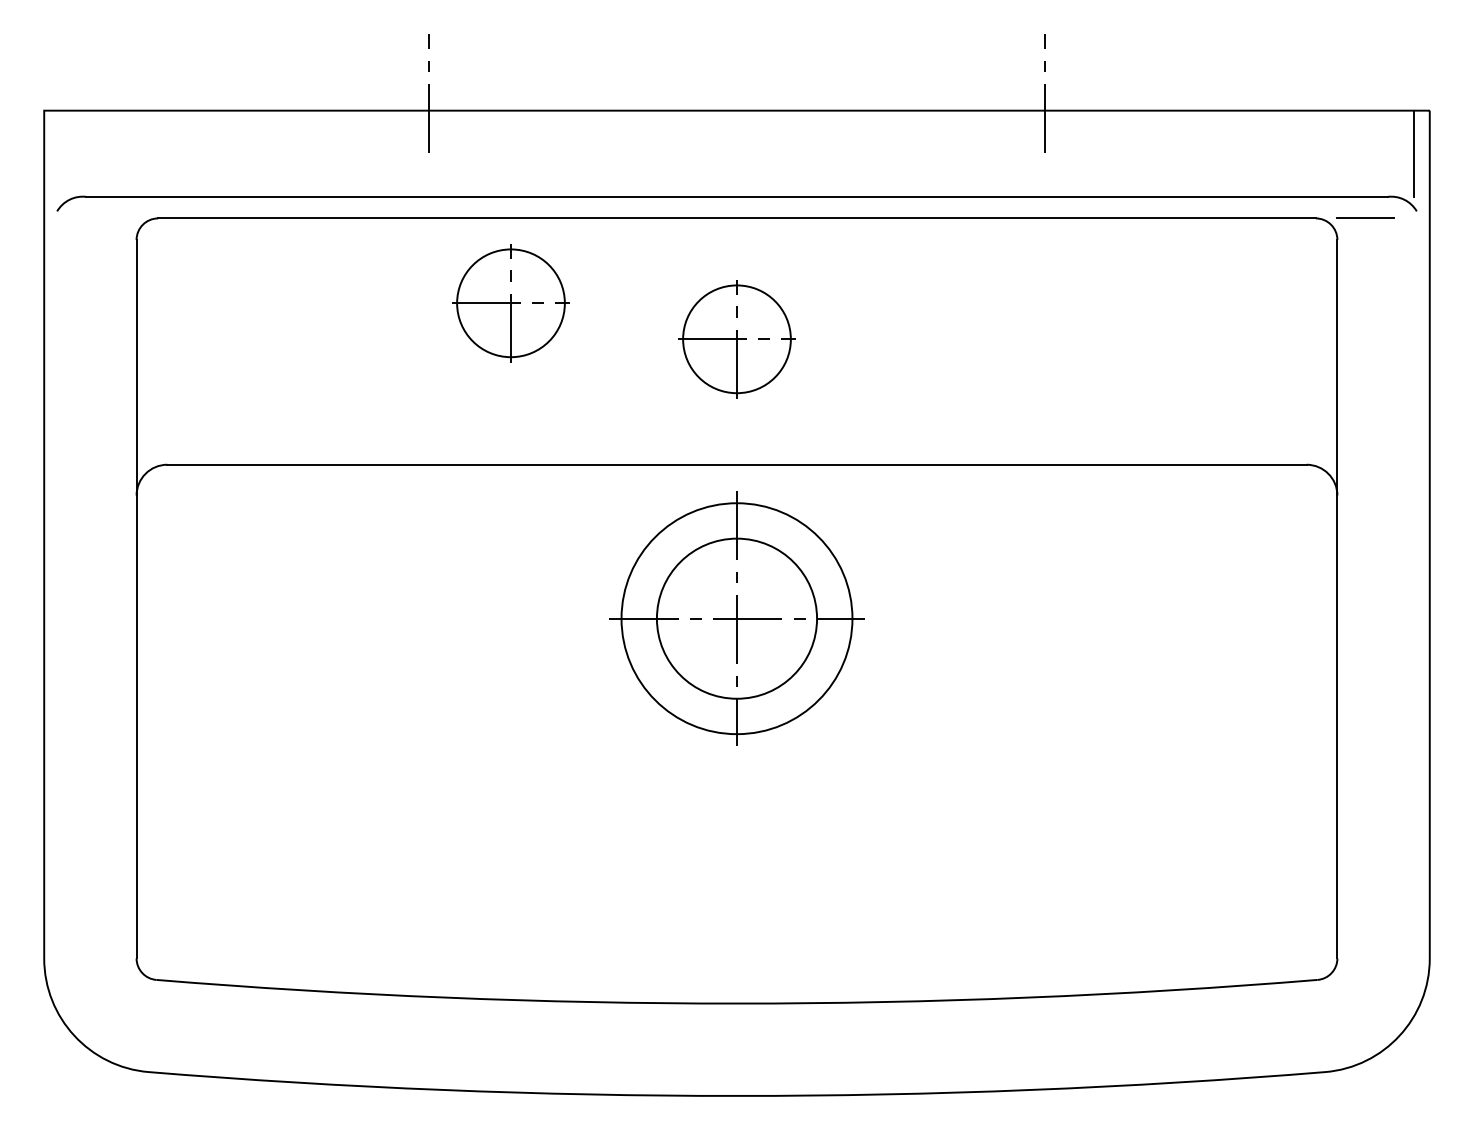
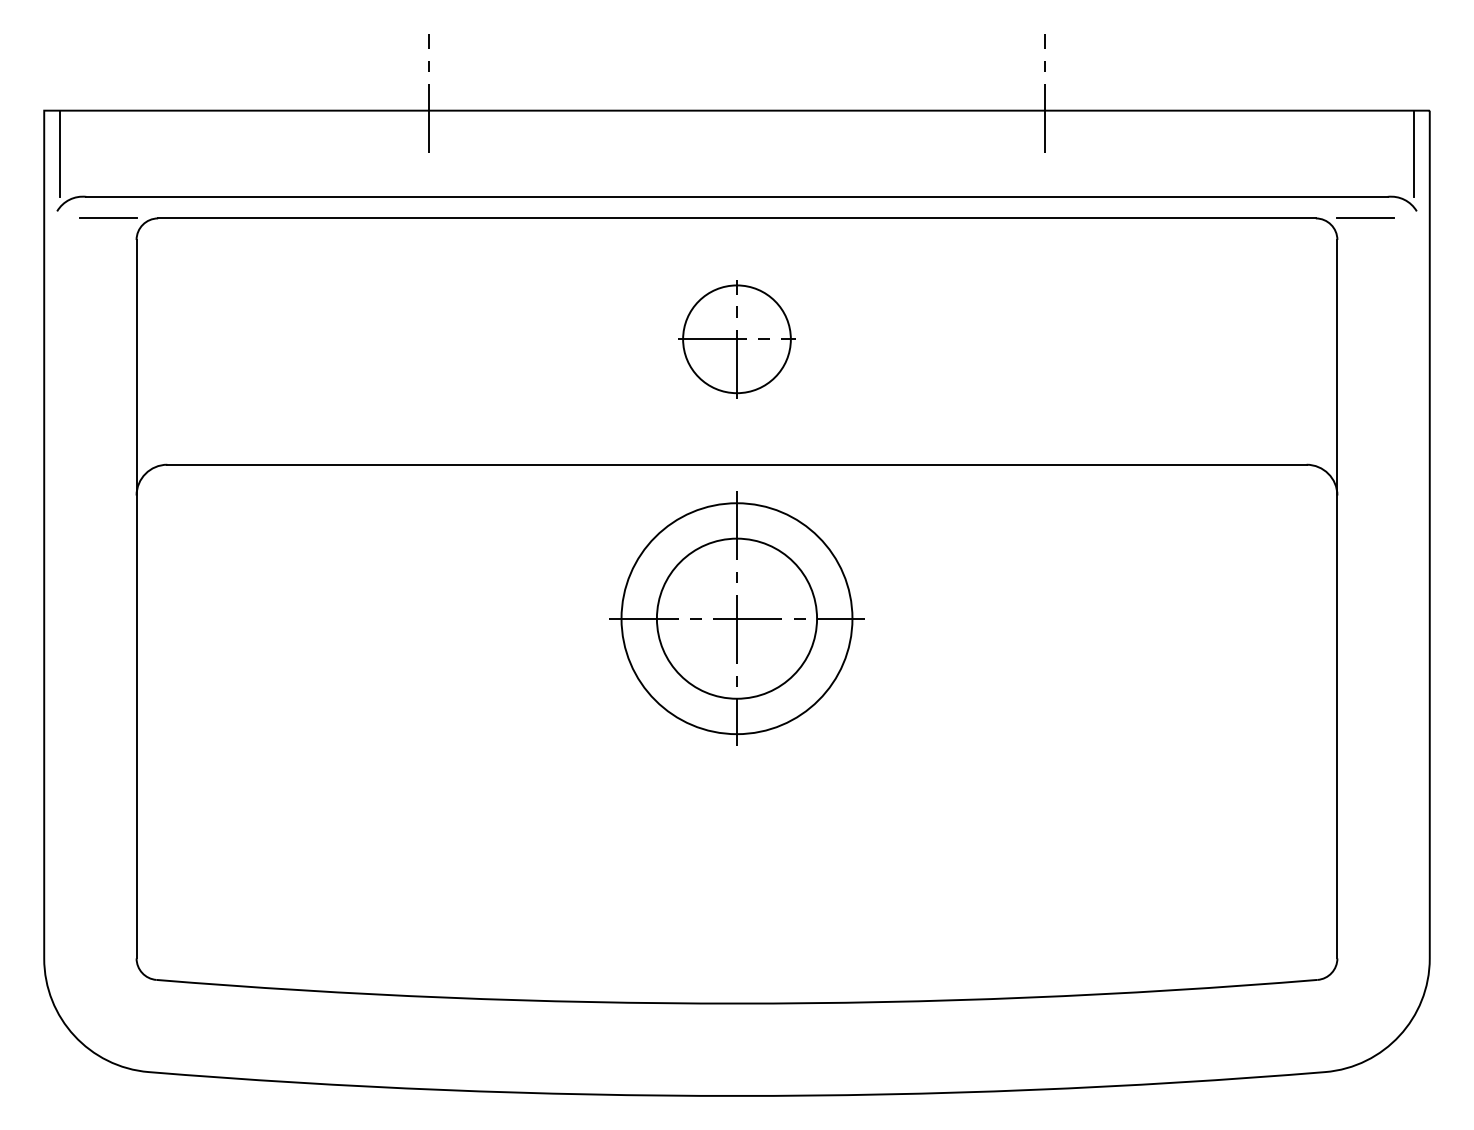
line at (59, 153): none -> present
line at (108, 218): none -> present
part at (510, 303): present -> none
